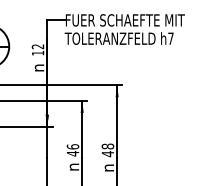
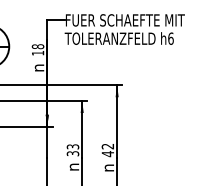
text at (170, 38): h7 -> h6
text at (37, 46): 12 -> 18
text at (107, 146): 48 -> 42
text at (72, 150): 46 -> 33
